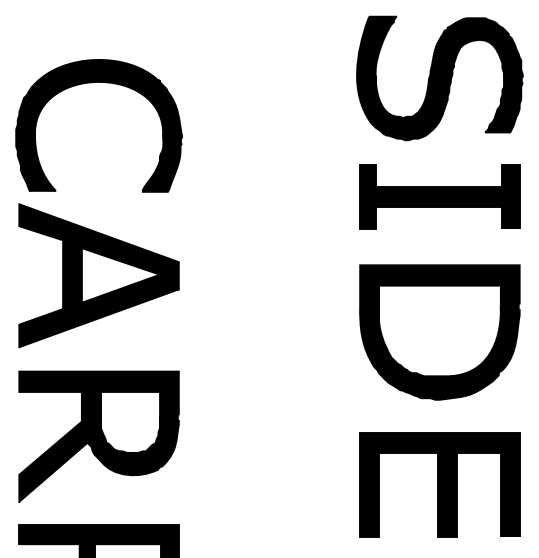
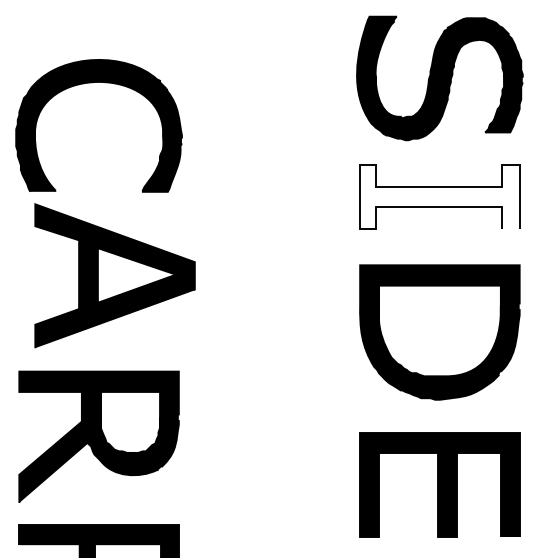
fill at (439, 197): present -> none
part at (98, 275) position: (98, 275) -> (114, 275)
